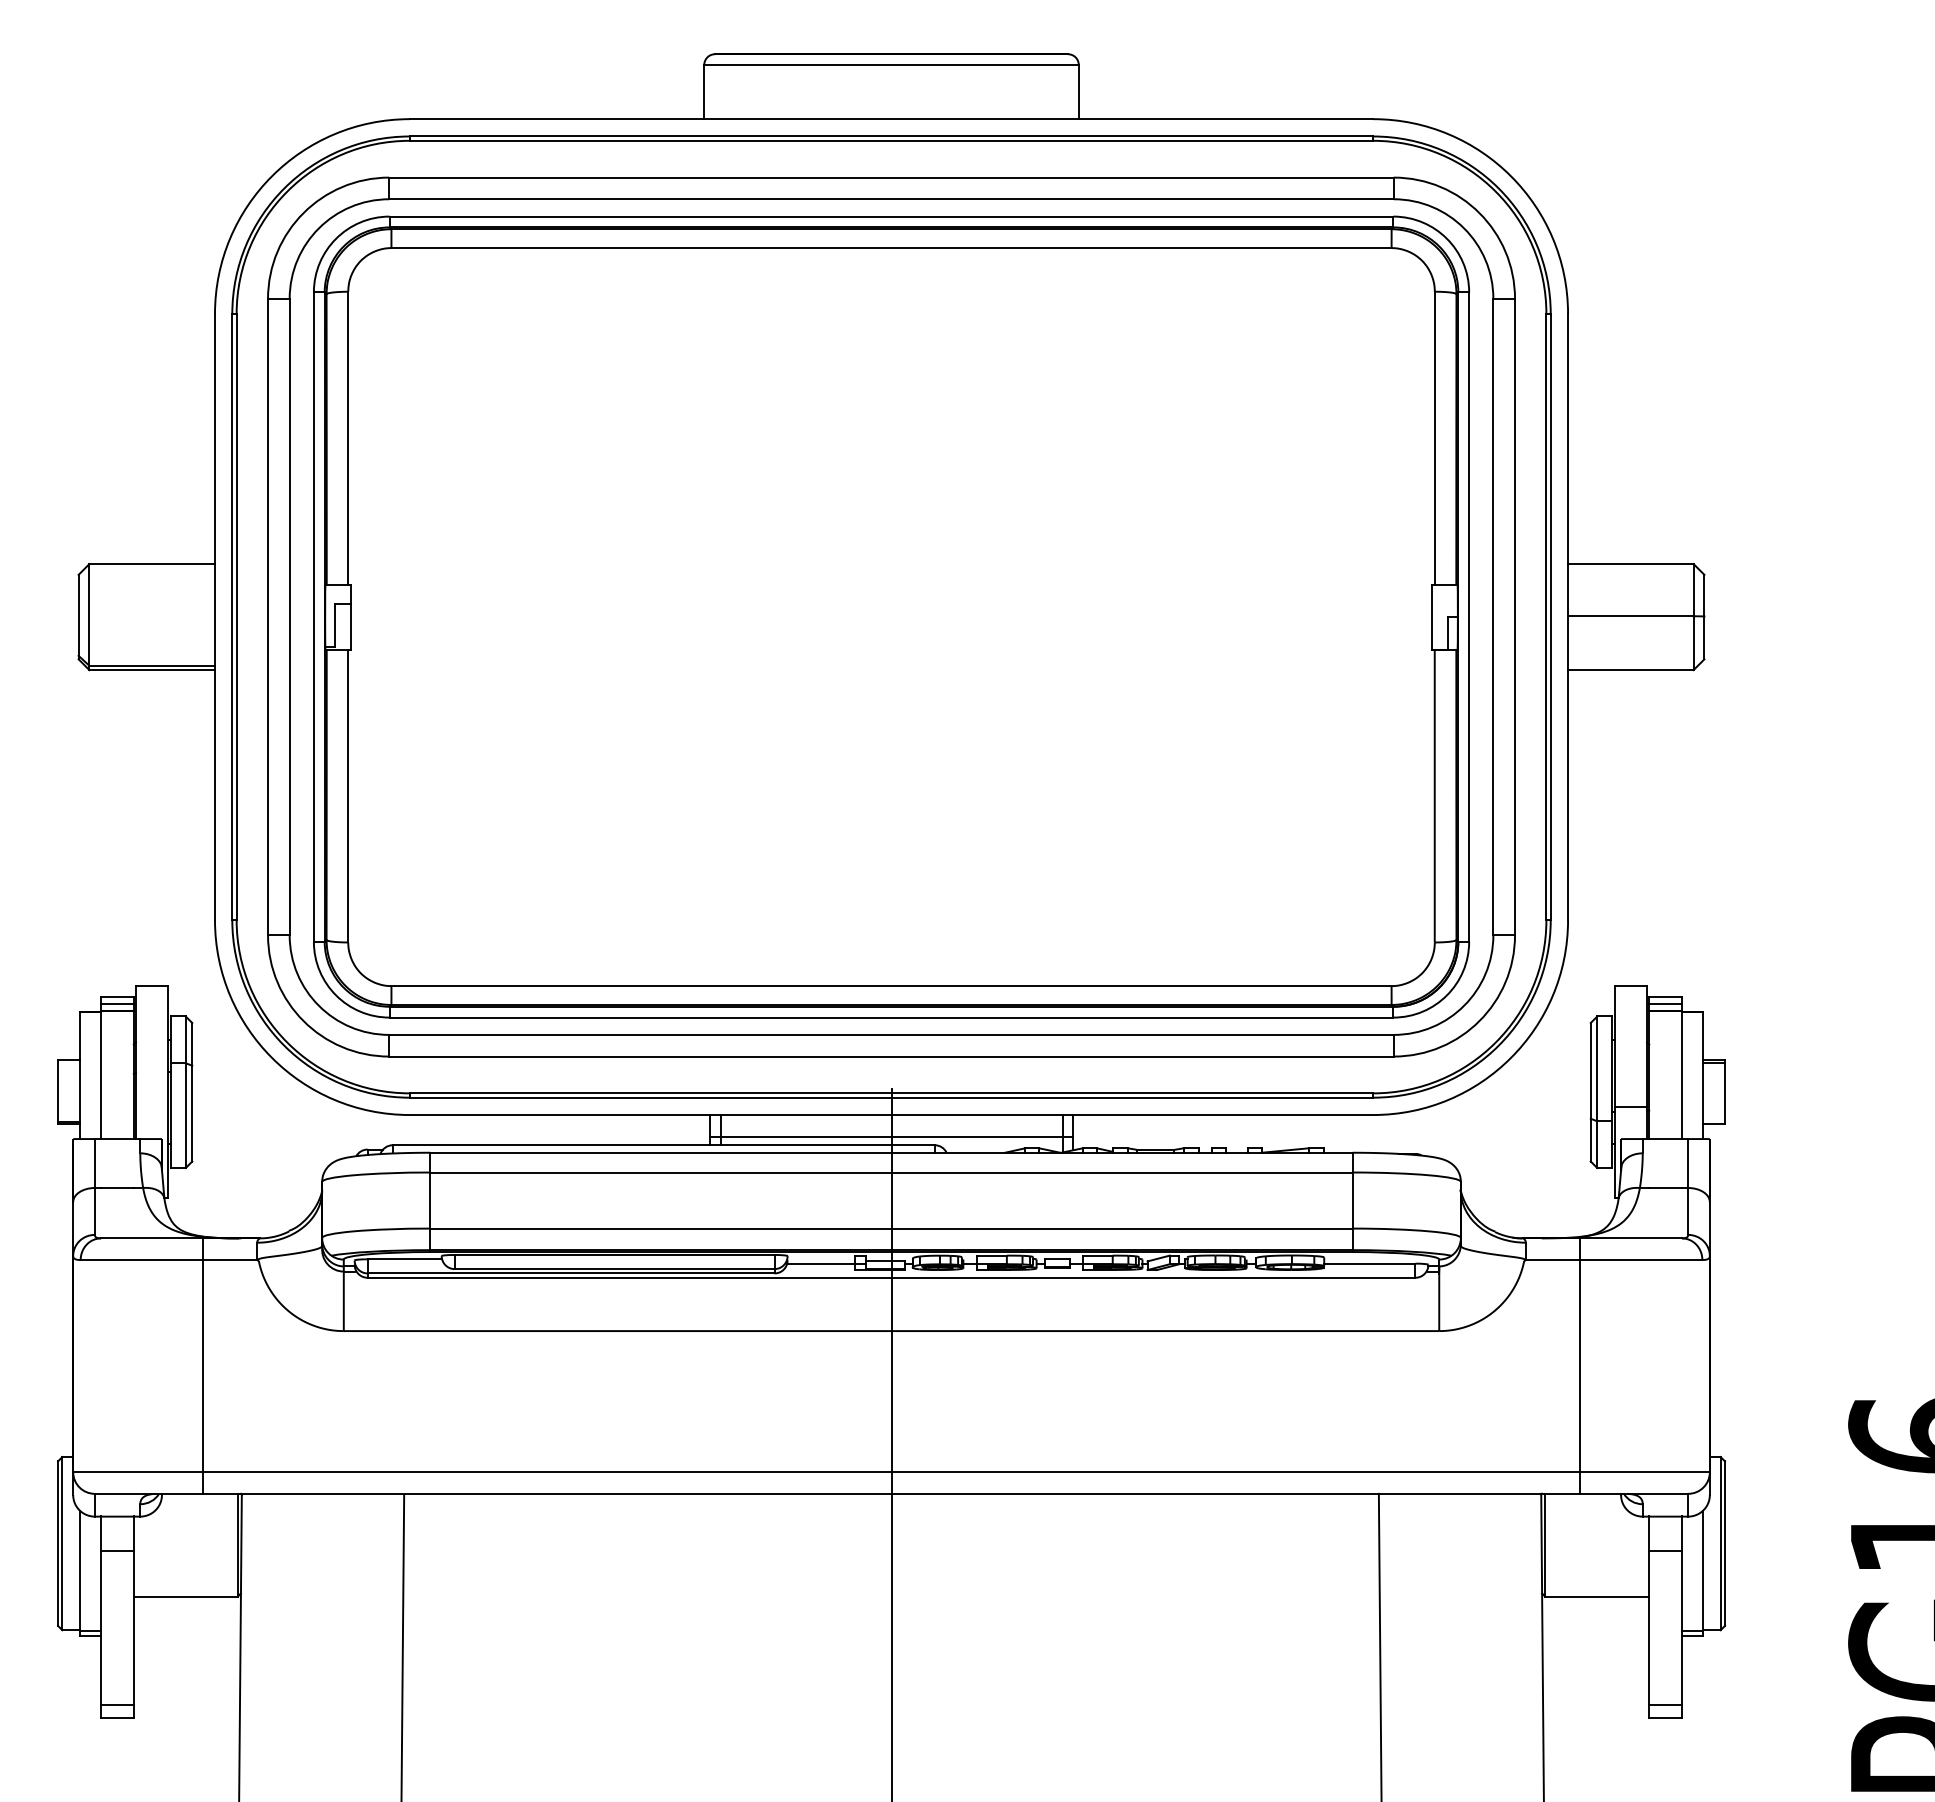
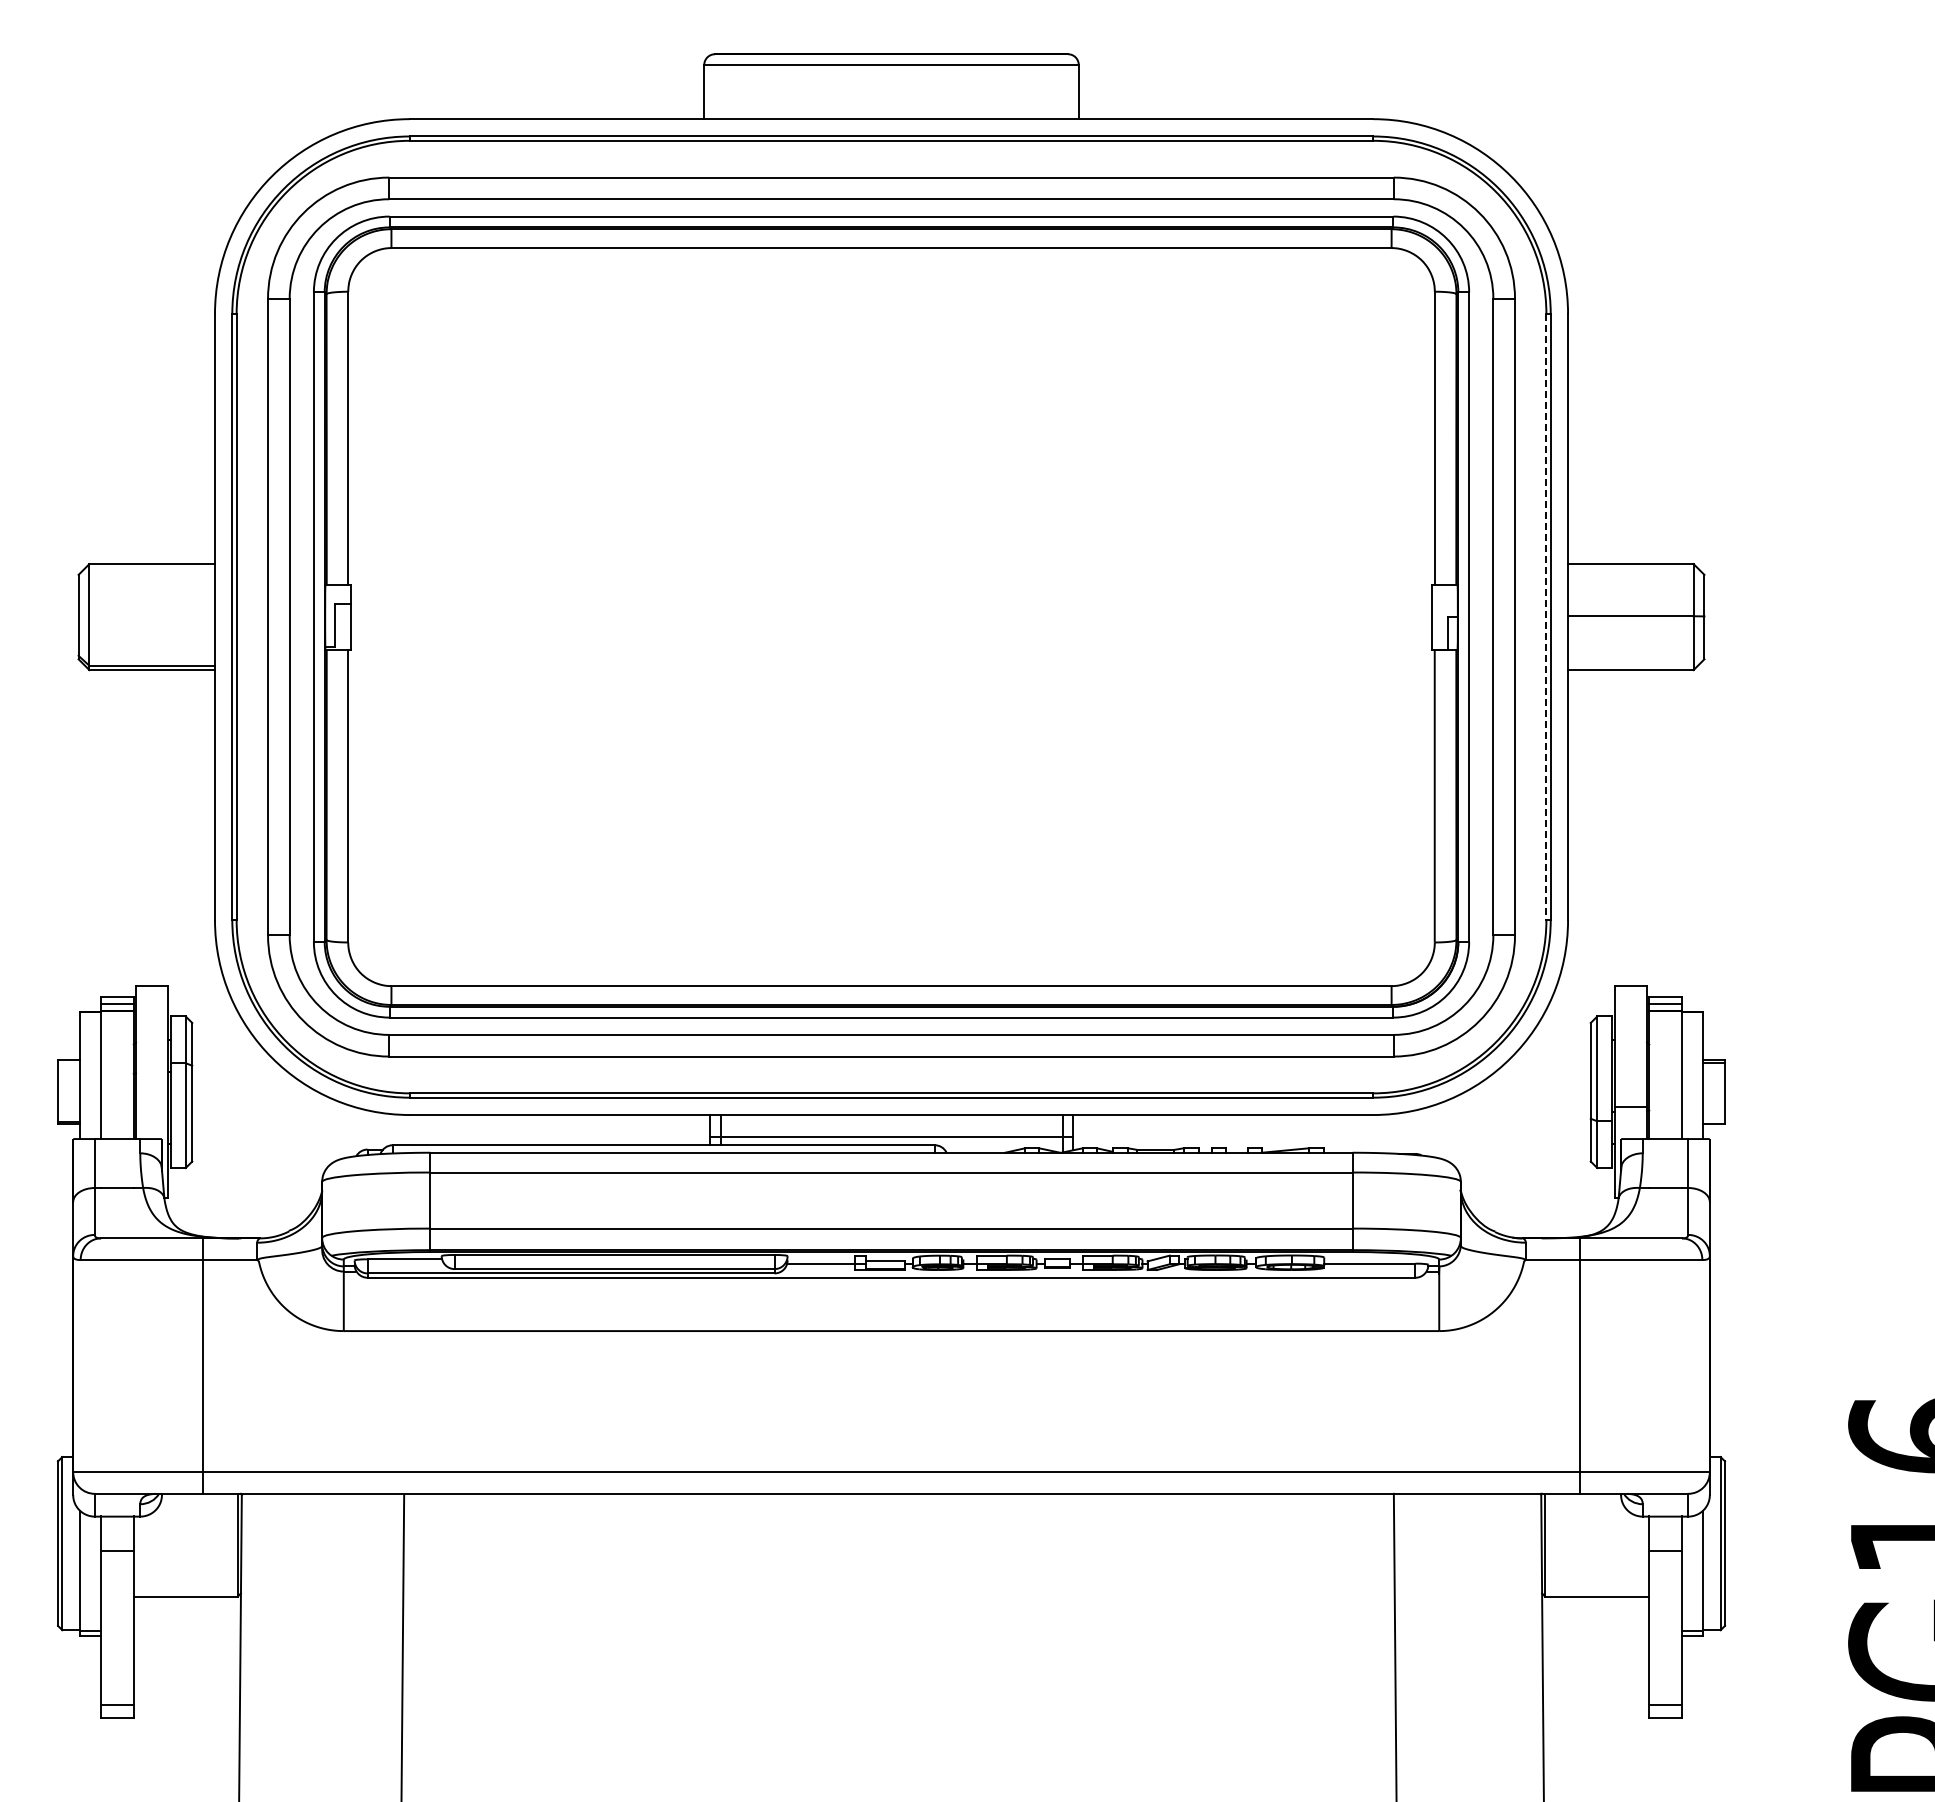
line at (1546, 617): solid -> dashed
line at (891, 1442): present -> none
line at (1379, 1645) position: (1379, 1645) -> (1394, 1645)
